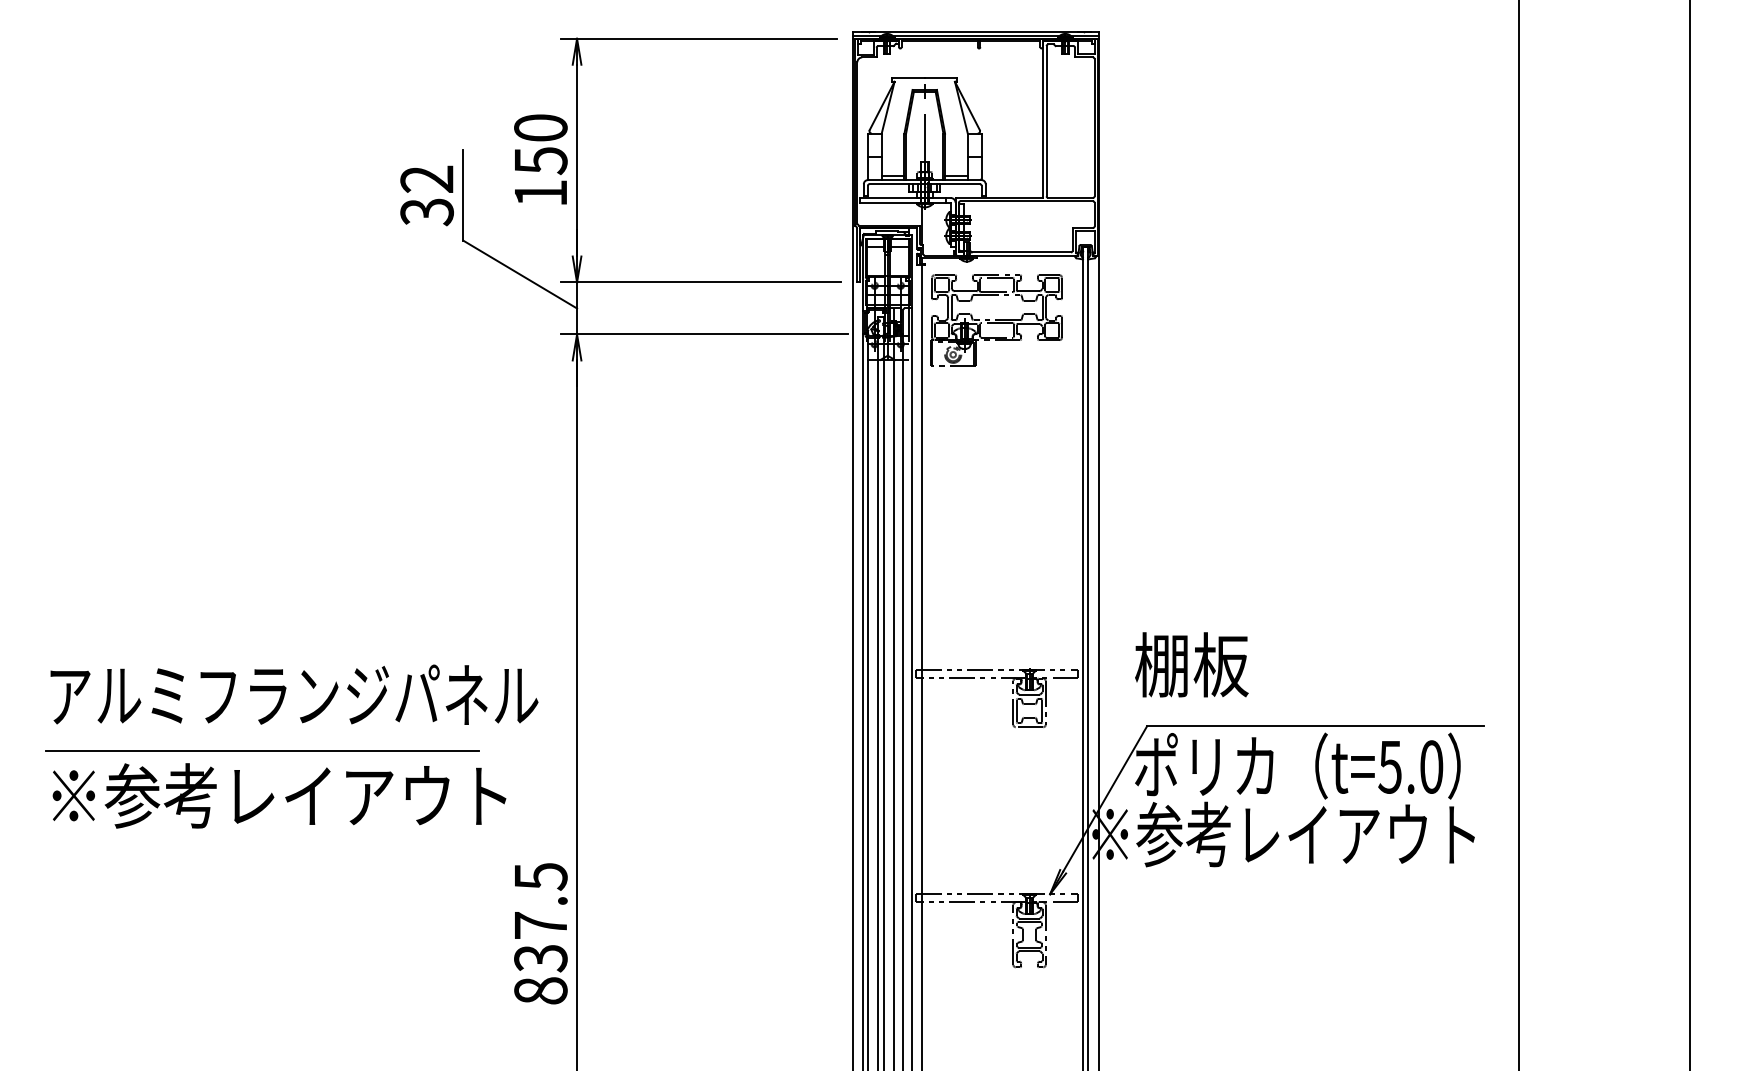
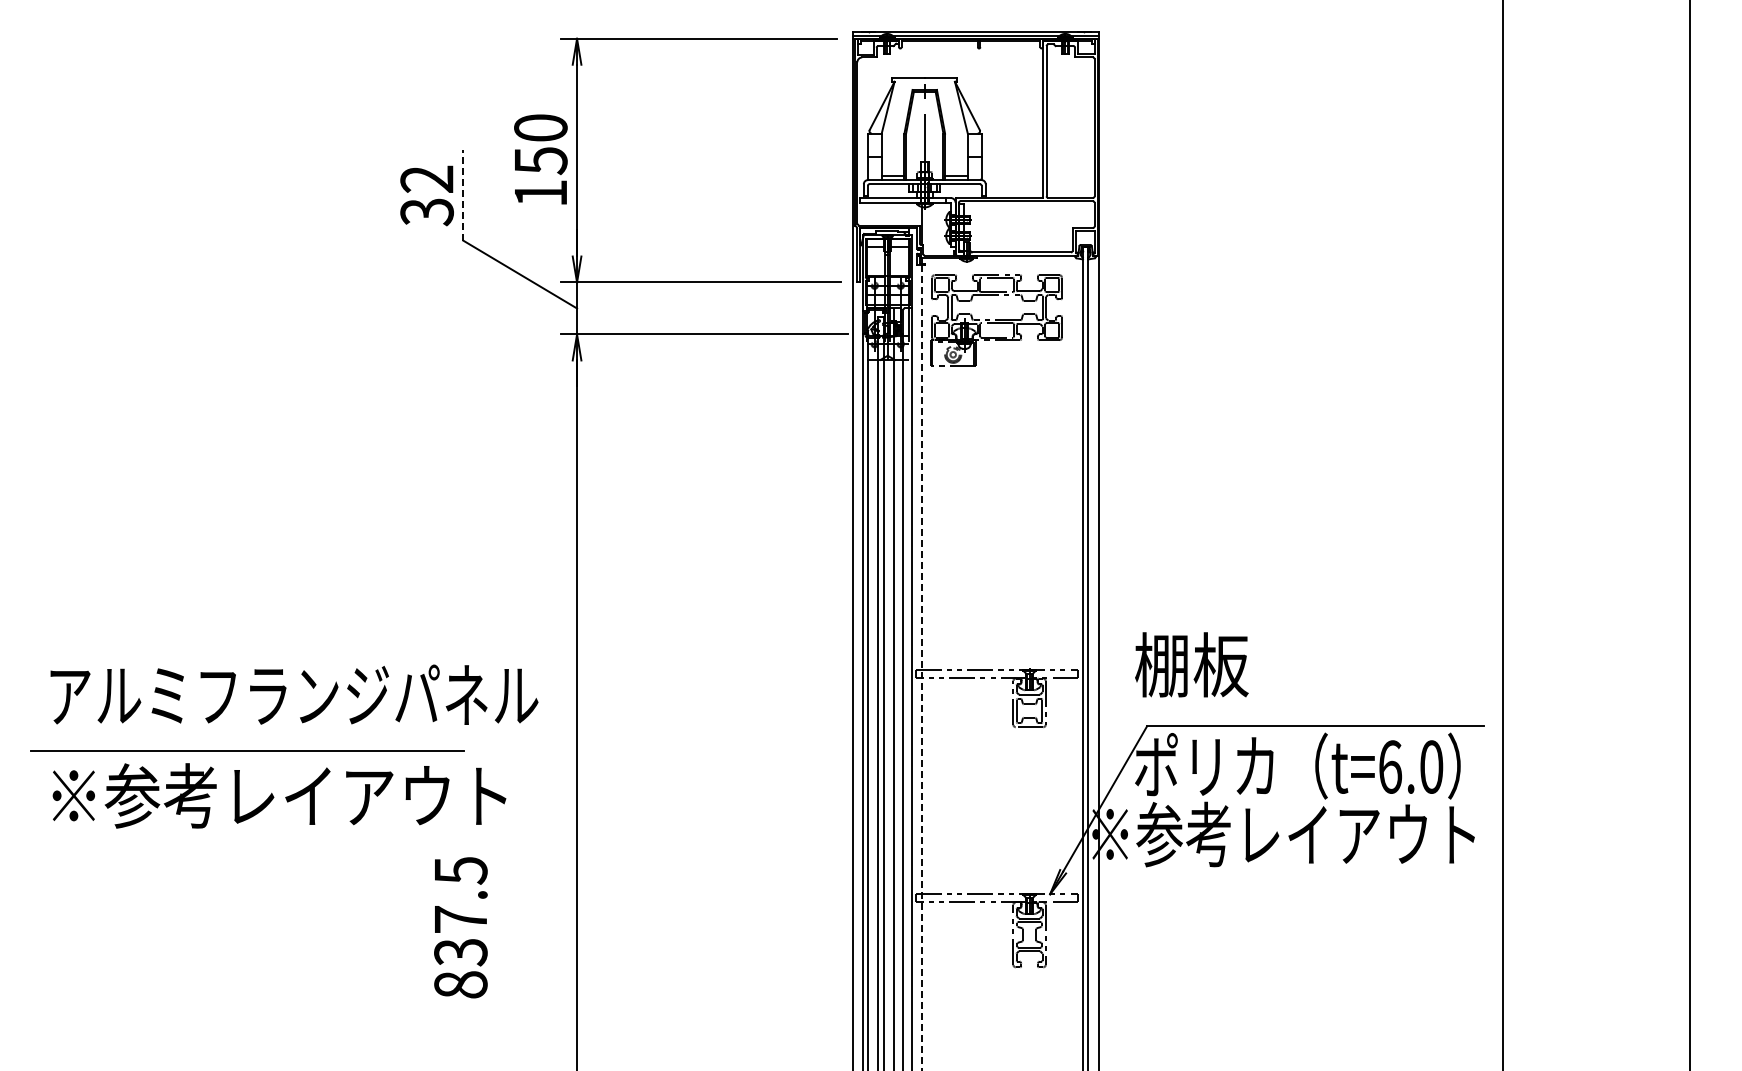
line at (463, 195): solid -> dashed
line at (1519, 534) position: (1519, 534) -> (1503, 534)
line at (922, 668): solid -> dashed
line at (262, 750) position: (262, 750) -> (247, 750)
text at (1390, 766): t=5.0 -> t=6.0
text at (540, 933) position: (540, 933) -> (460, 927)
